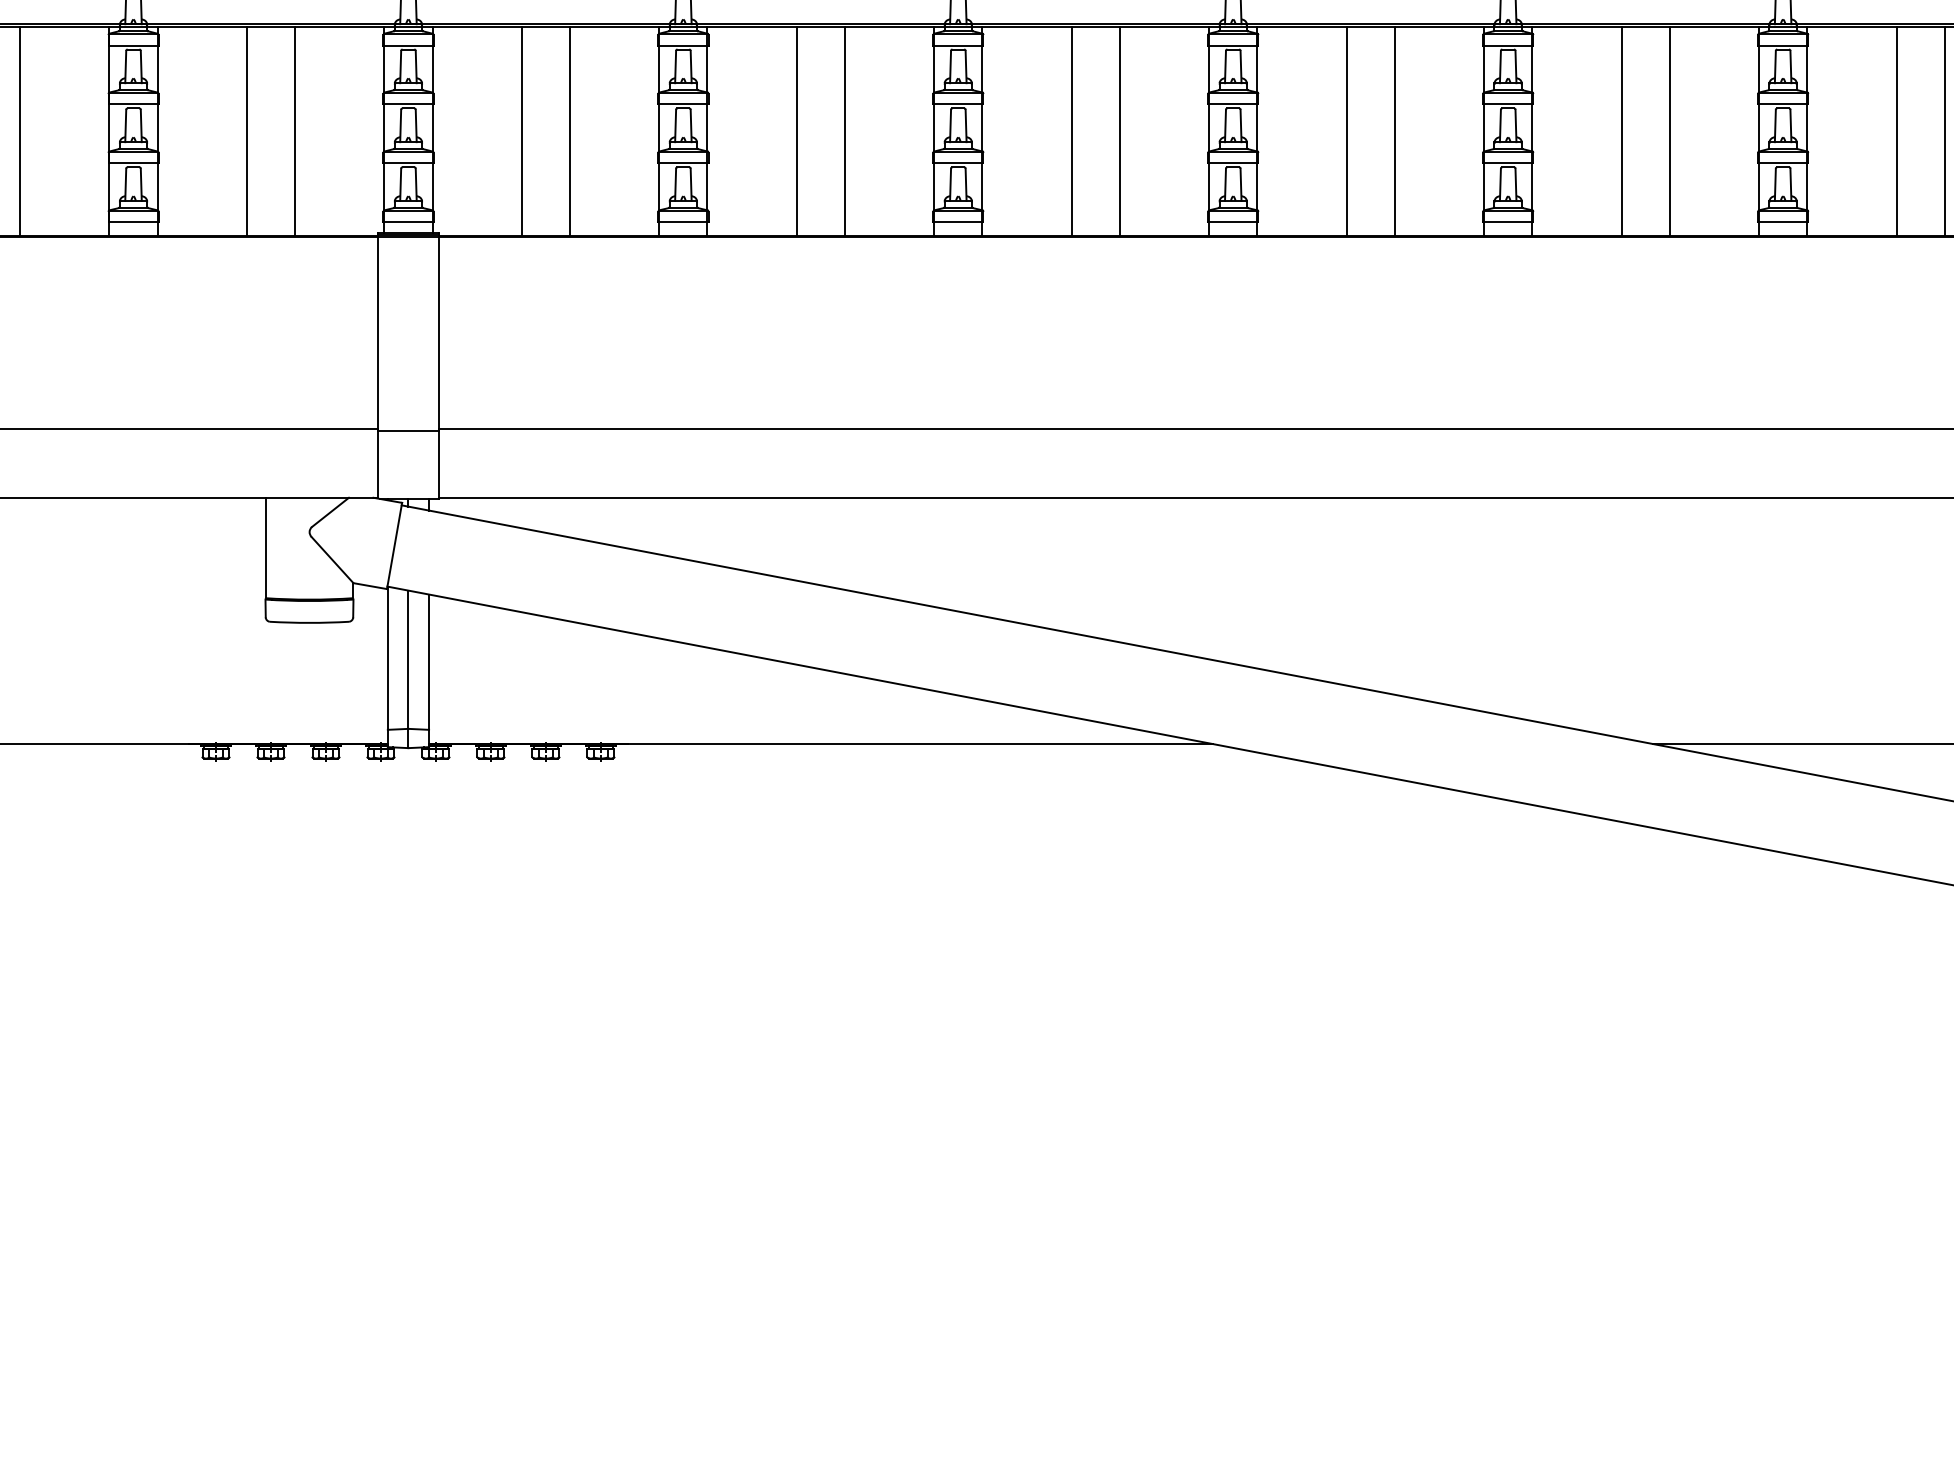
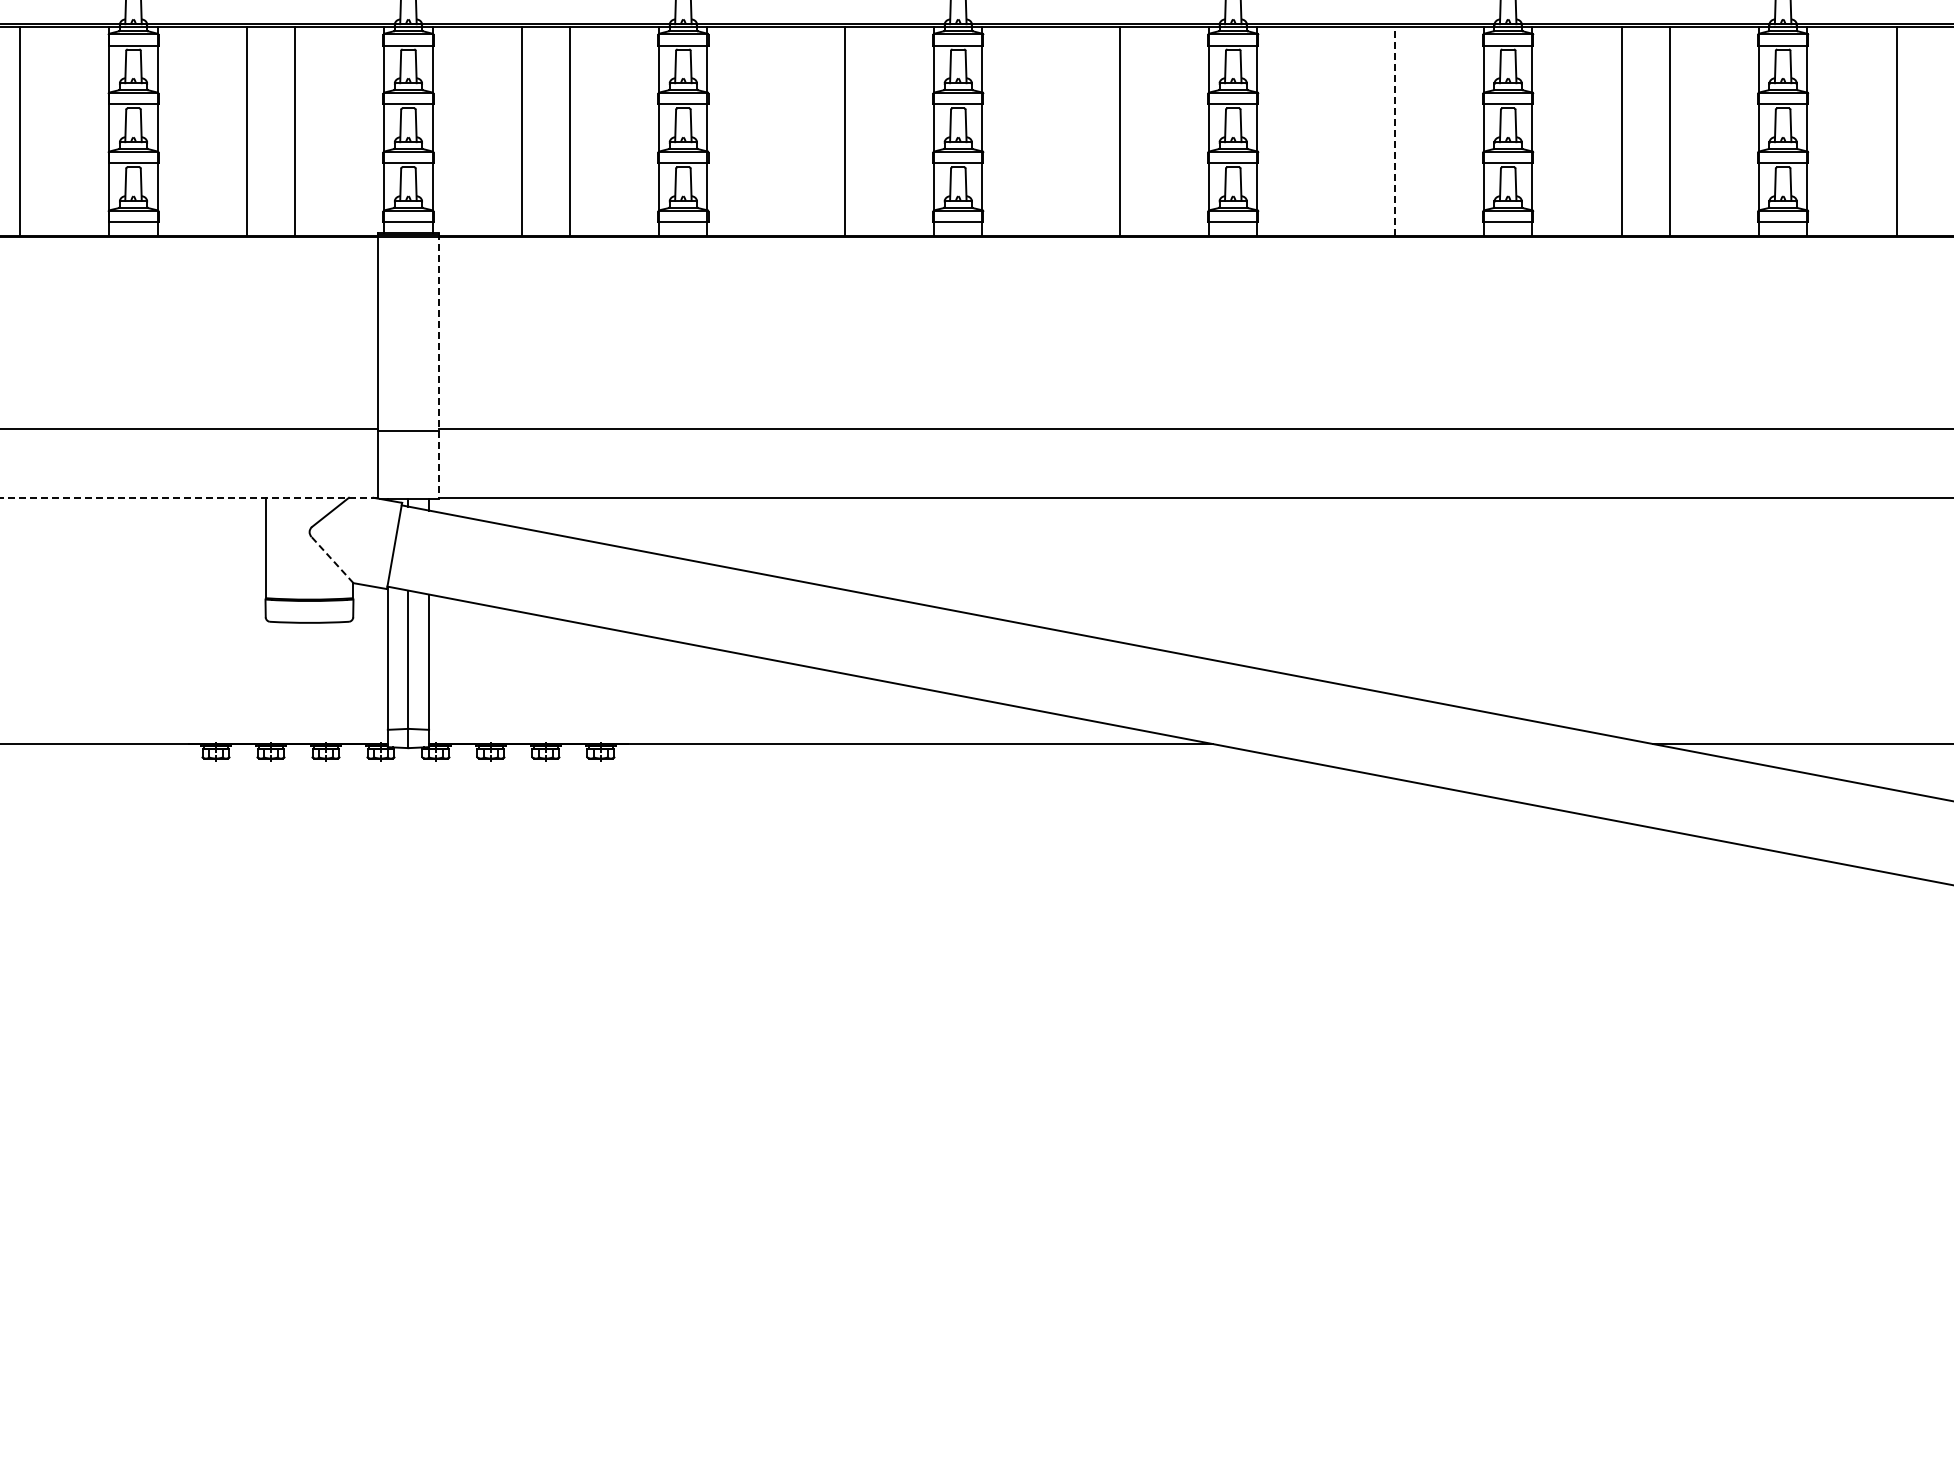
line at (796, 131): present -> none
line at (1071, 131): present -> none
line at (1346, 131): present -> none
line at (1394, 131): solid -> dashed
line at (1944, 131): present -> none
line at (439, 366): solid -> dashed
line at (189, 497): solid -> dashed
line at (332, 559): solid -> dashed
